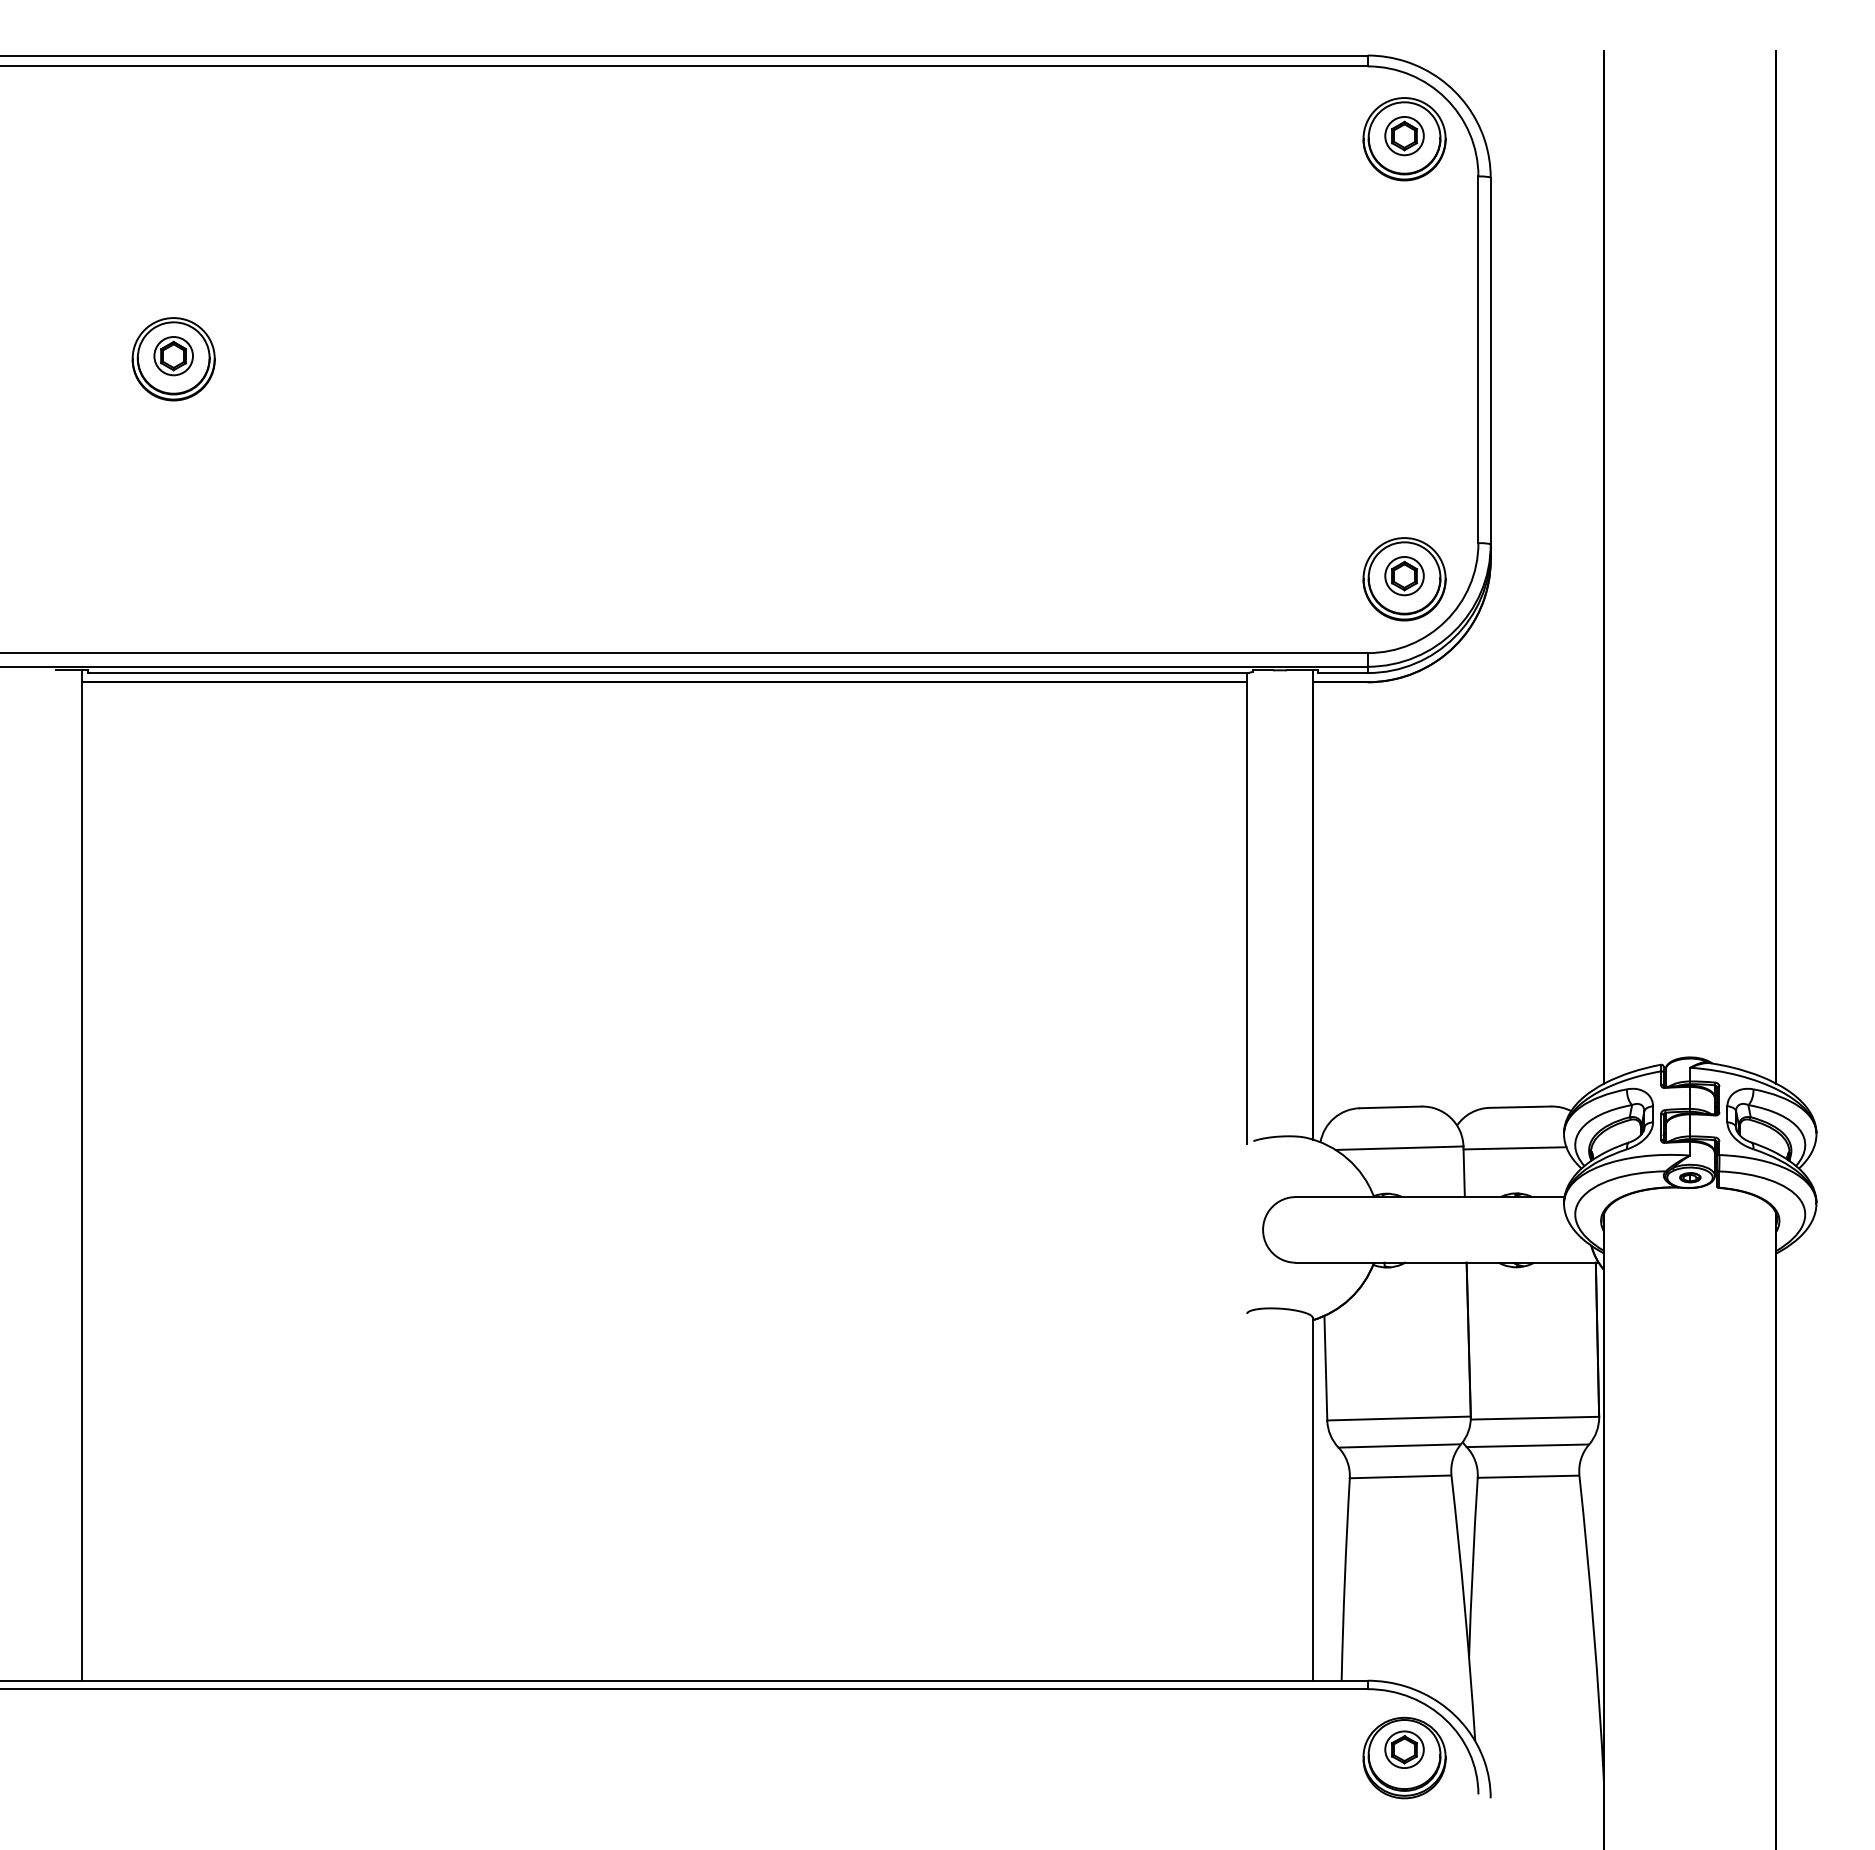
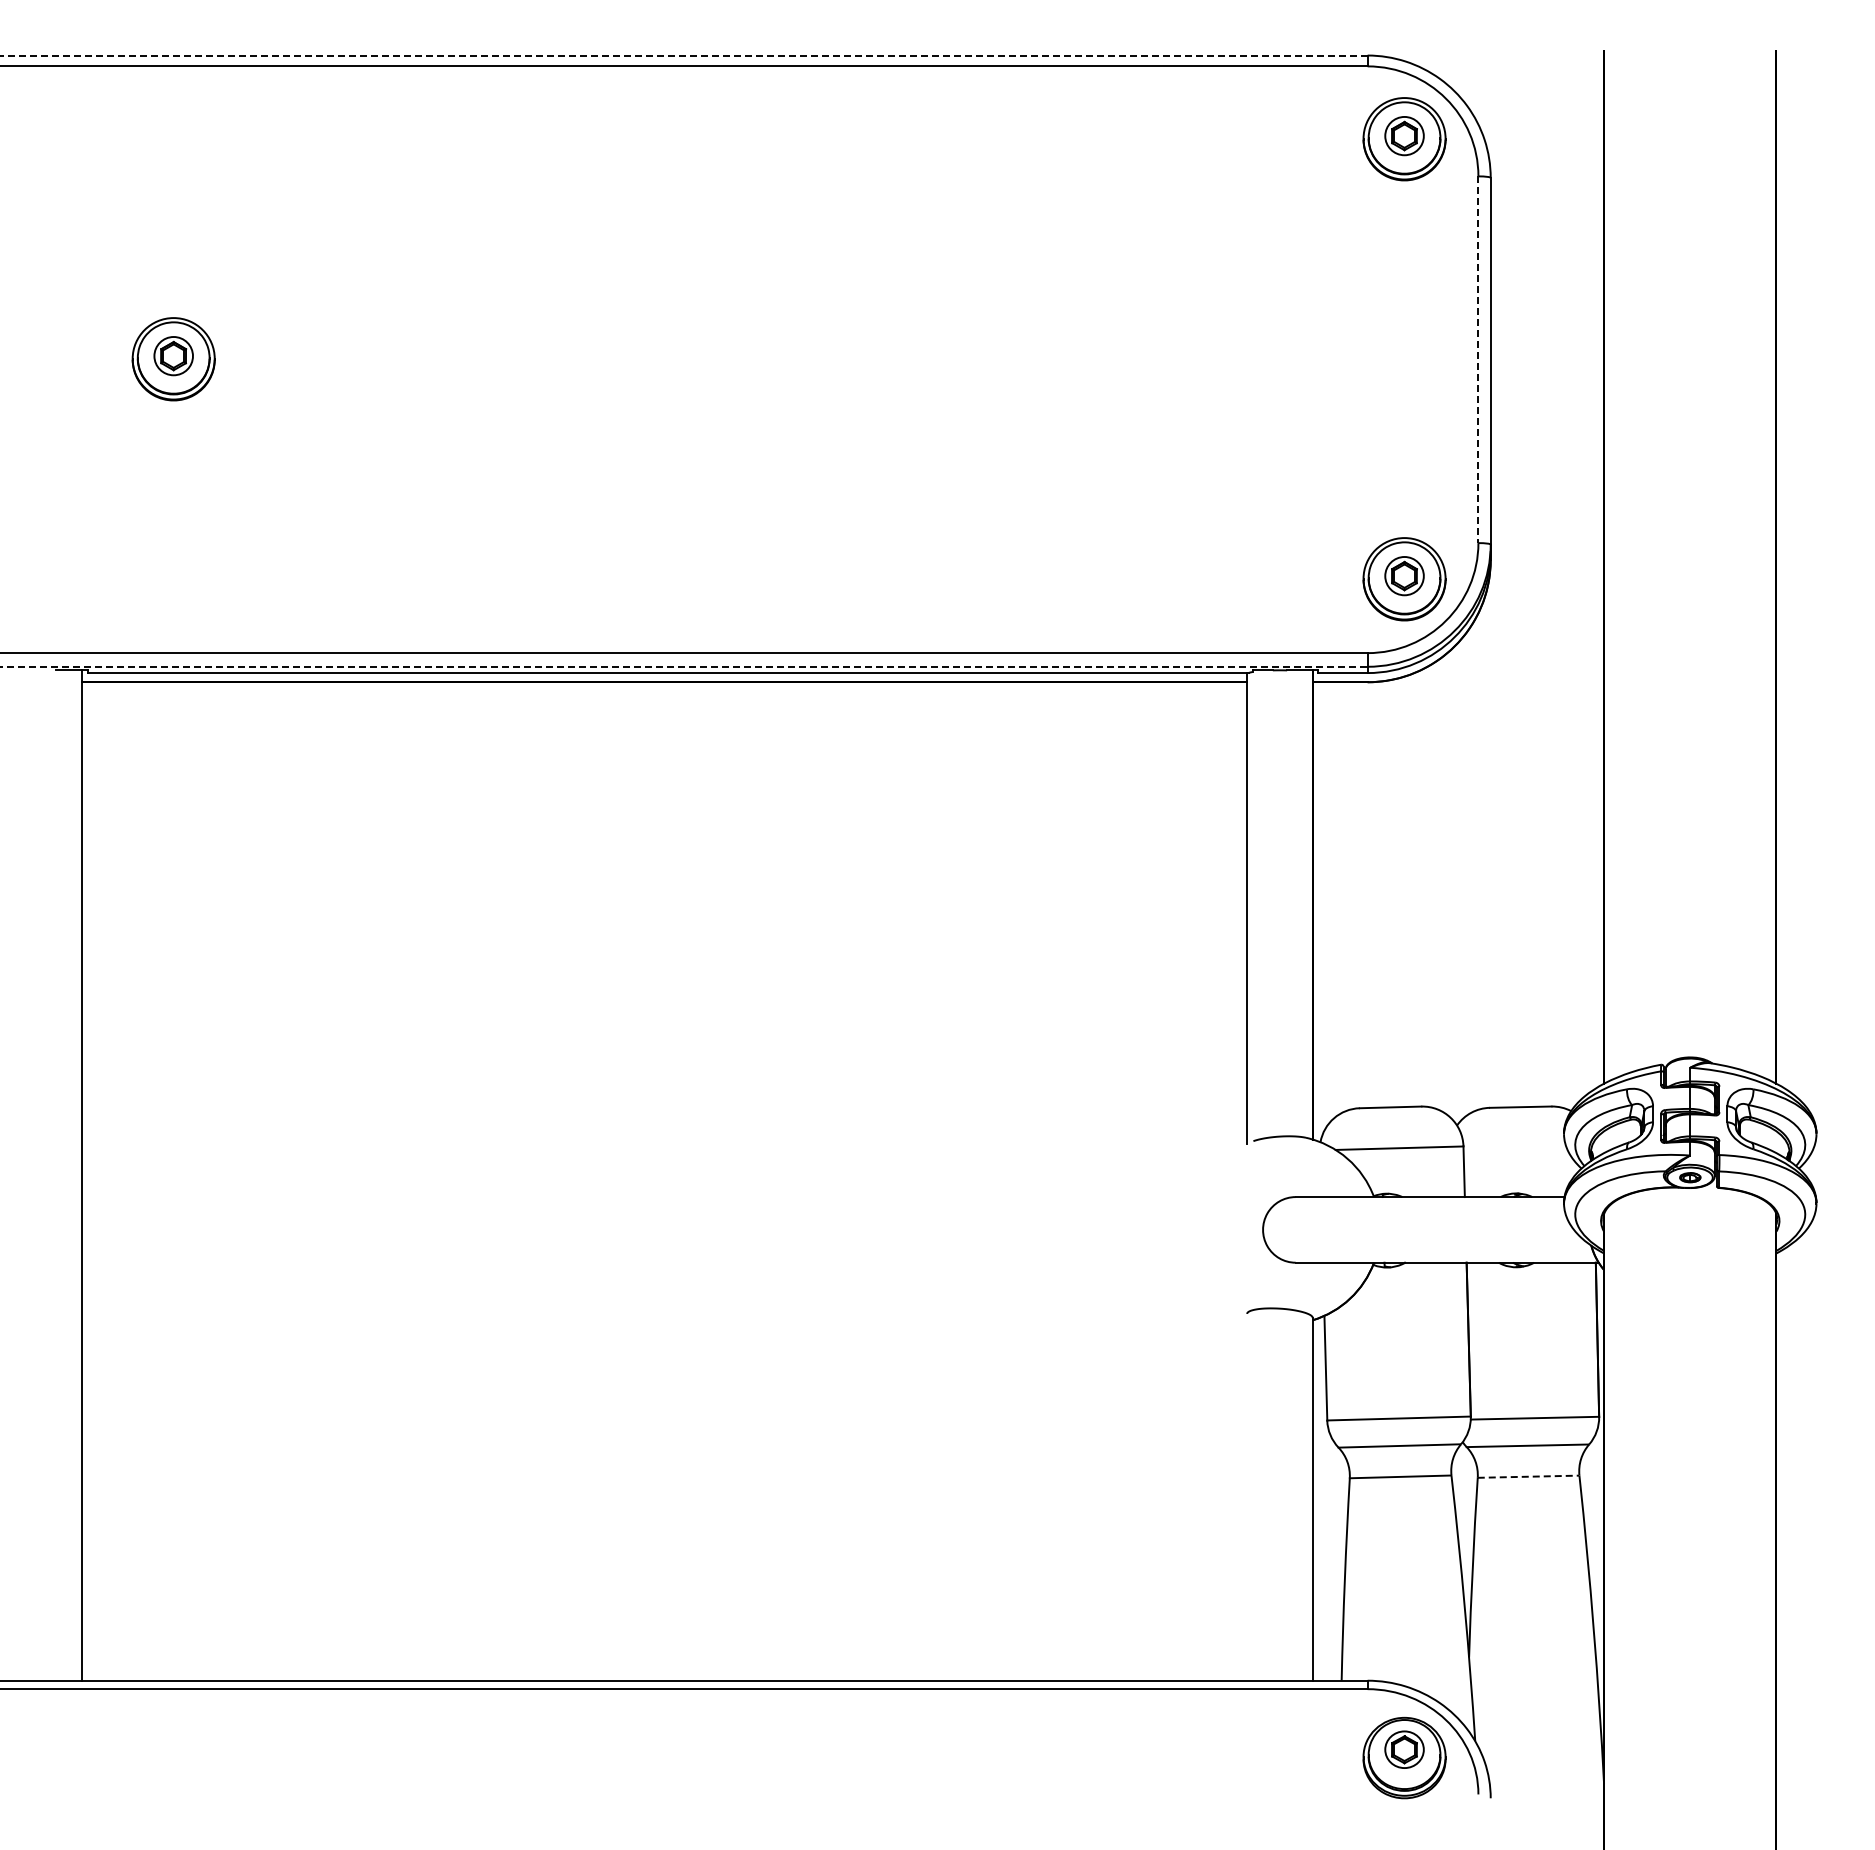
line at (683, 55): solid -> dashed
line at (1478, 360): solid -> dashed
line at (684, 666): solid -> dashed
line at (1514, 1148): present -> none
line at (1528, 1476): solid -> dashed
